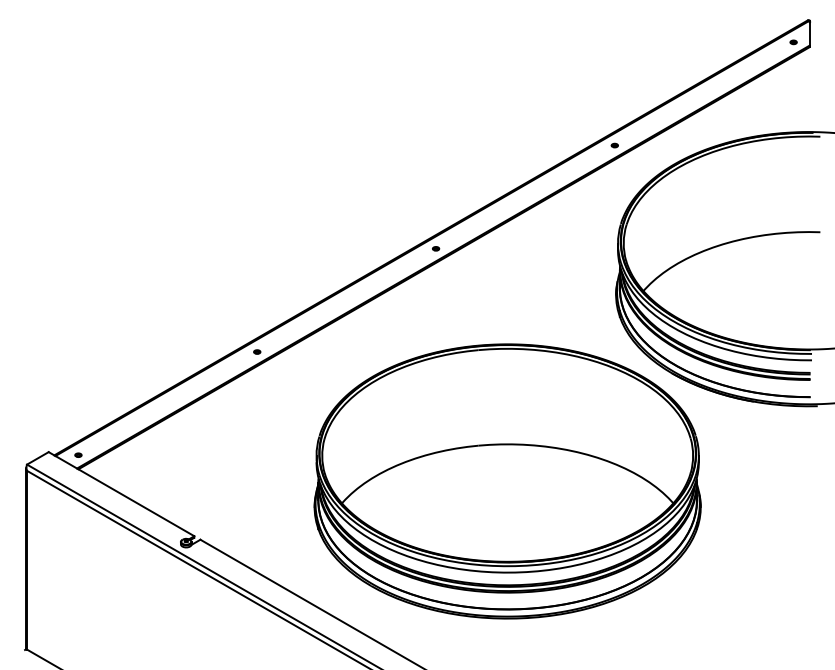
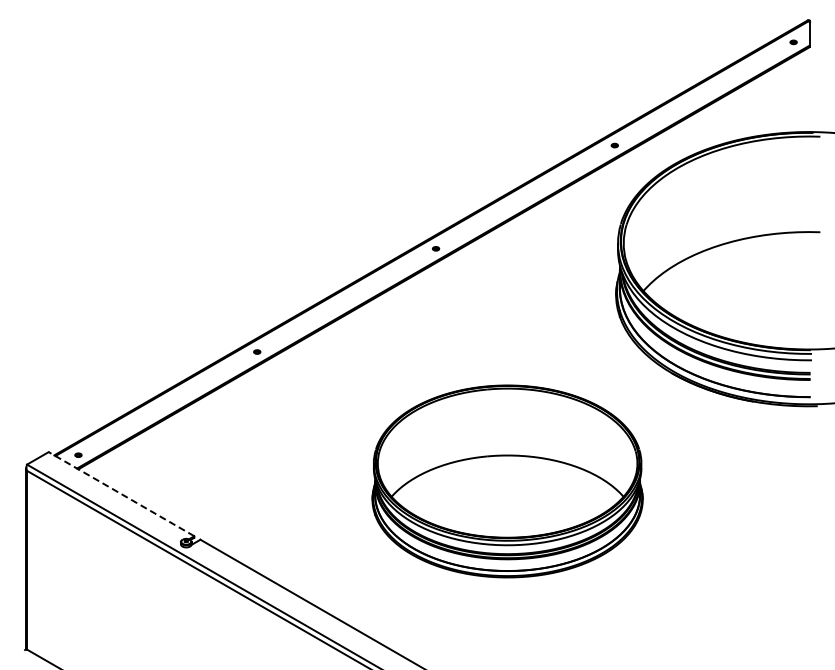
part at (507, 481) size: 389x277 px -> 273x195 px
line at (121, 493): solid -> dashed
